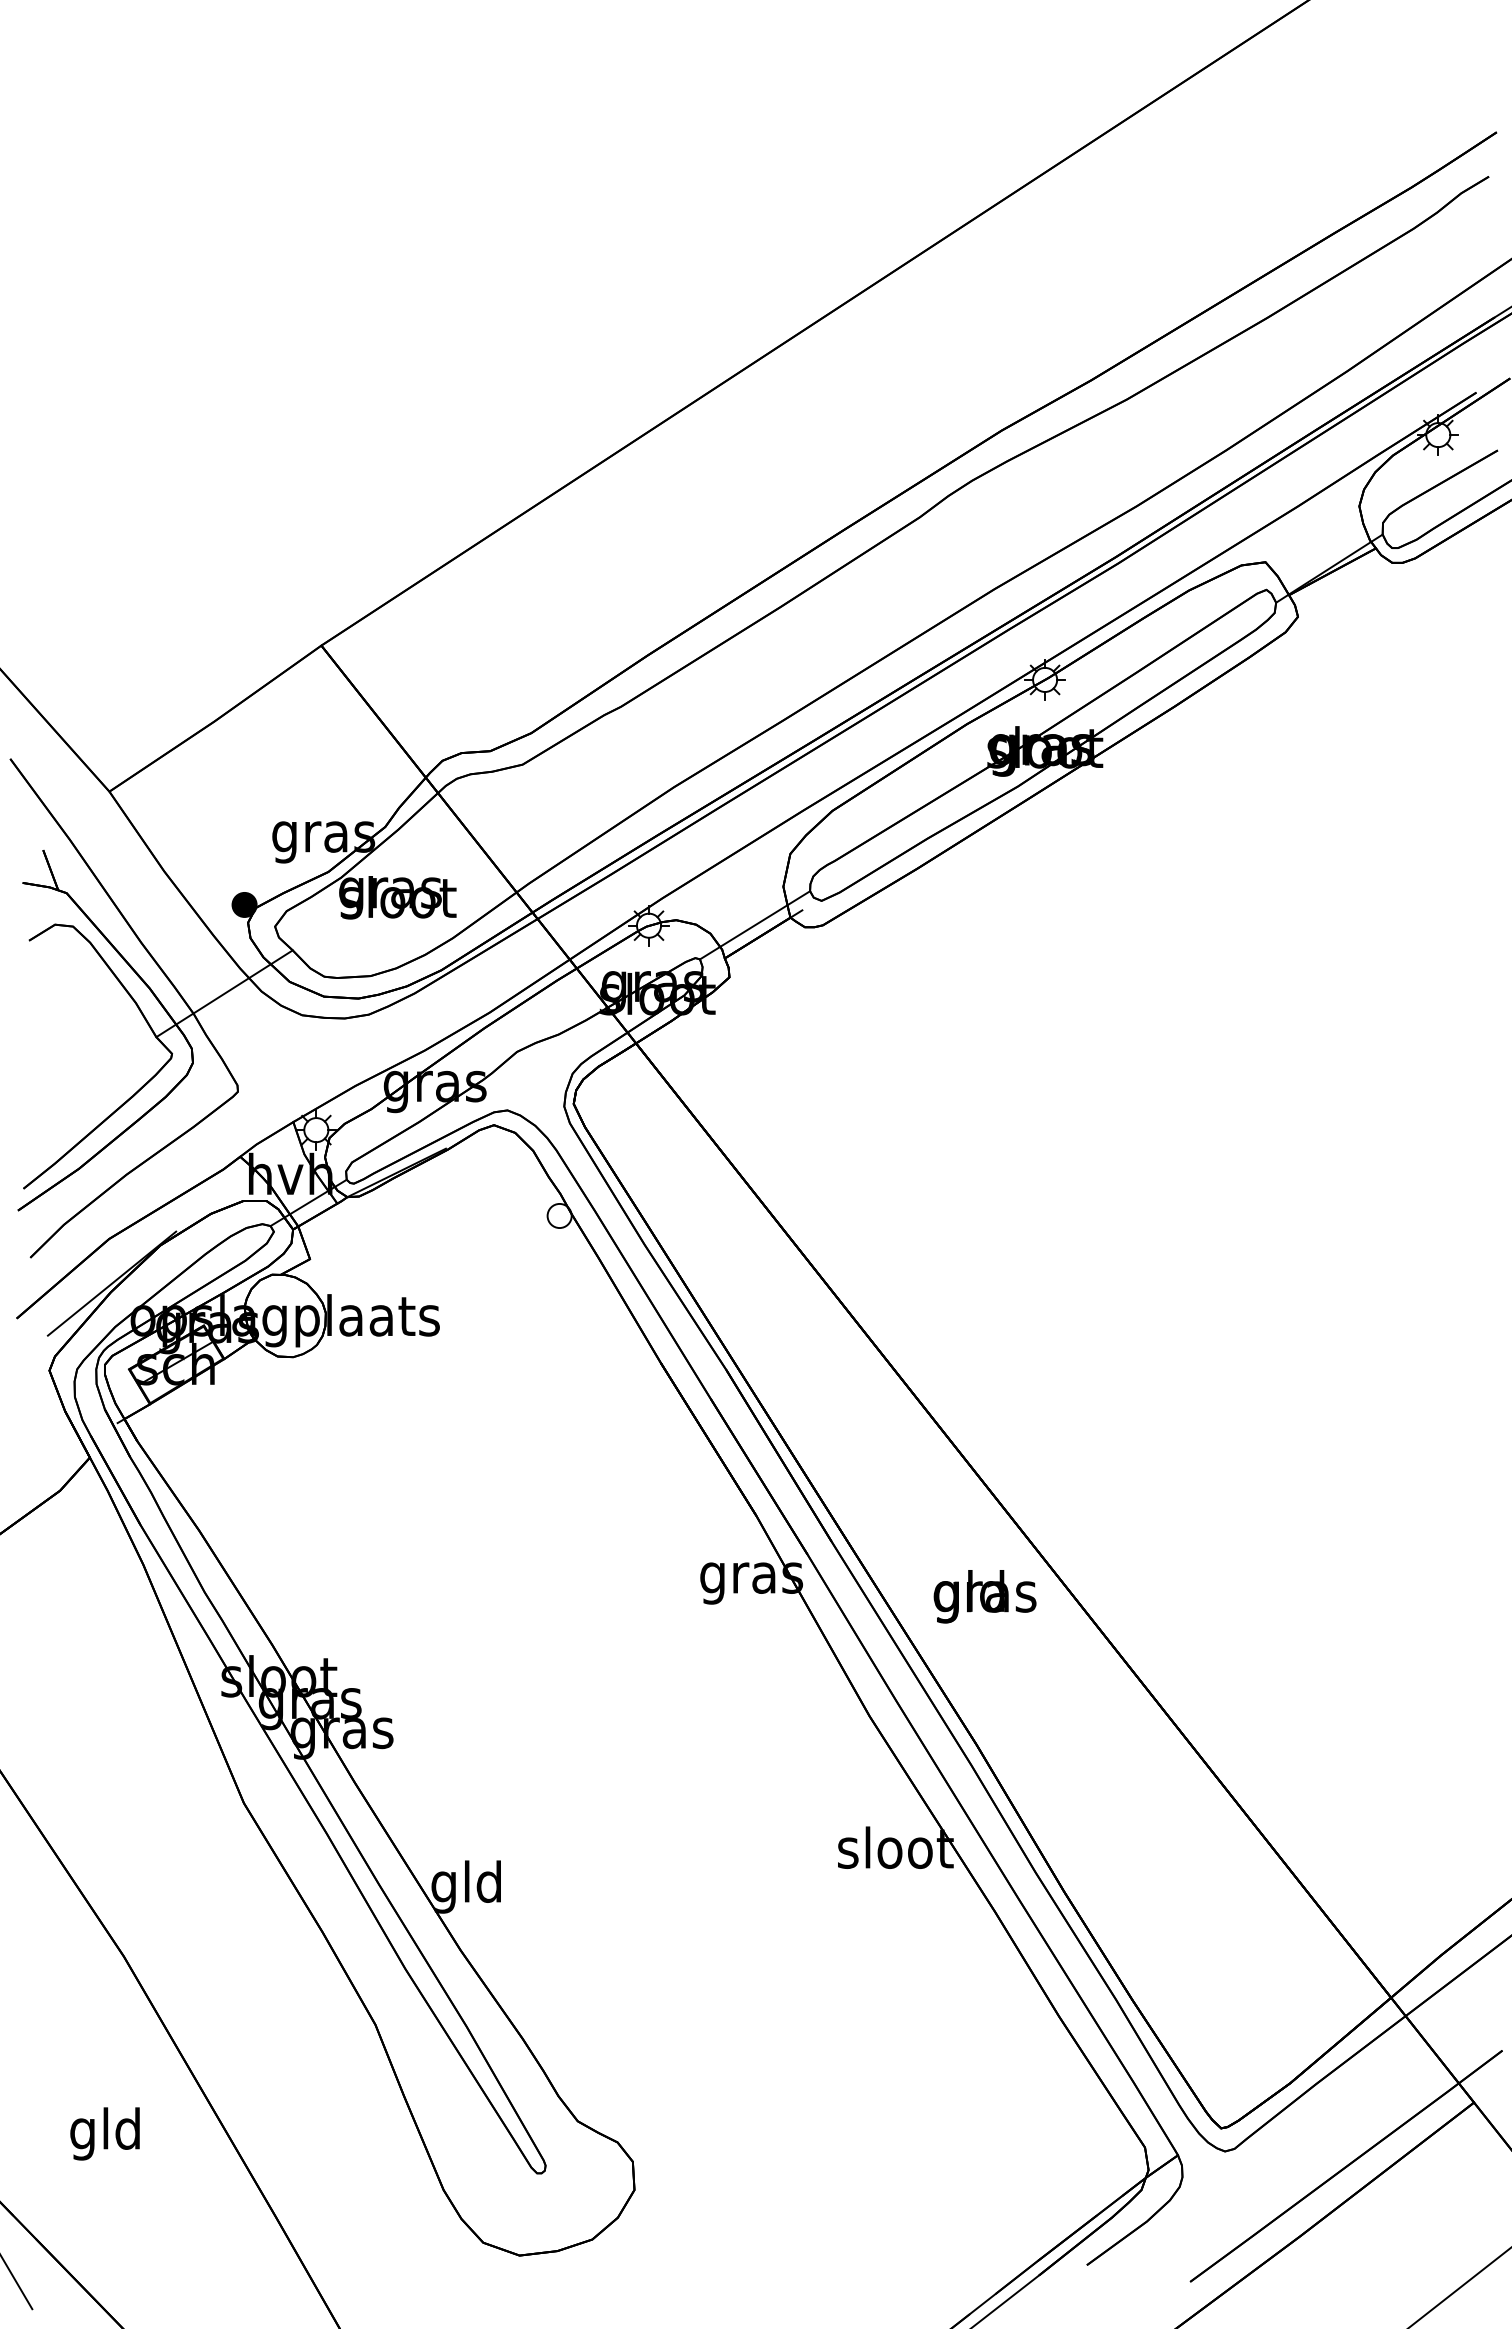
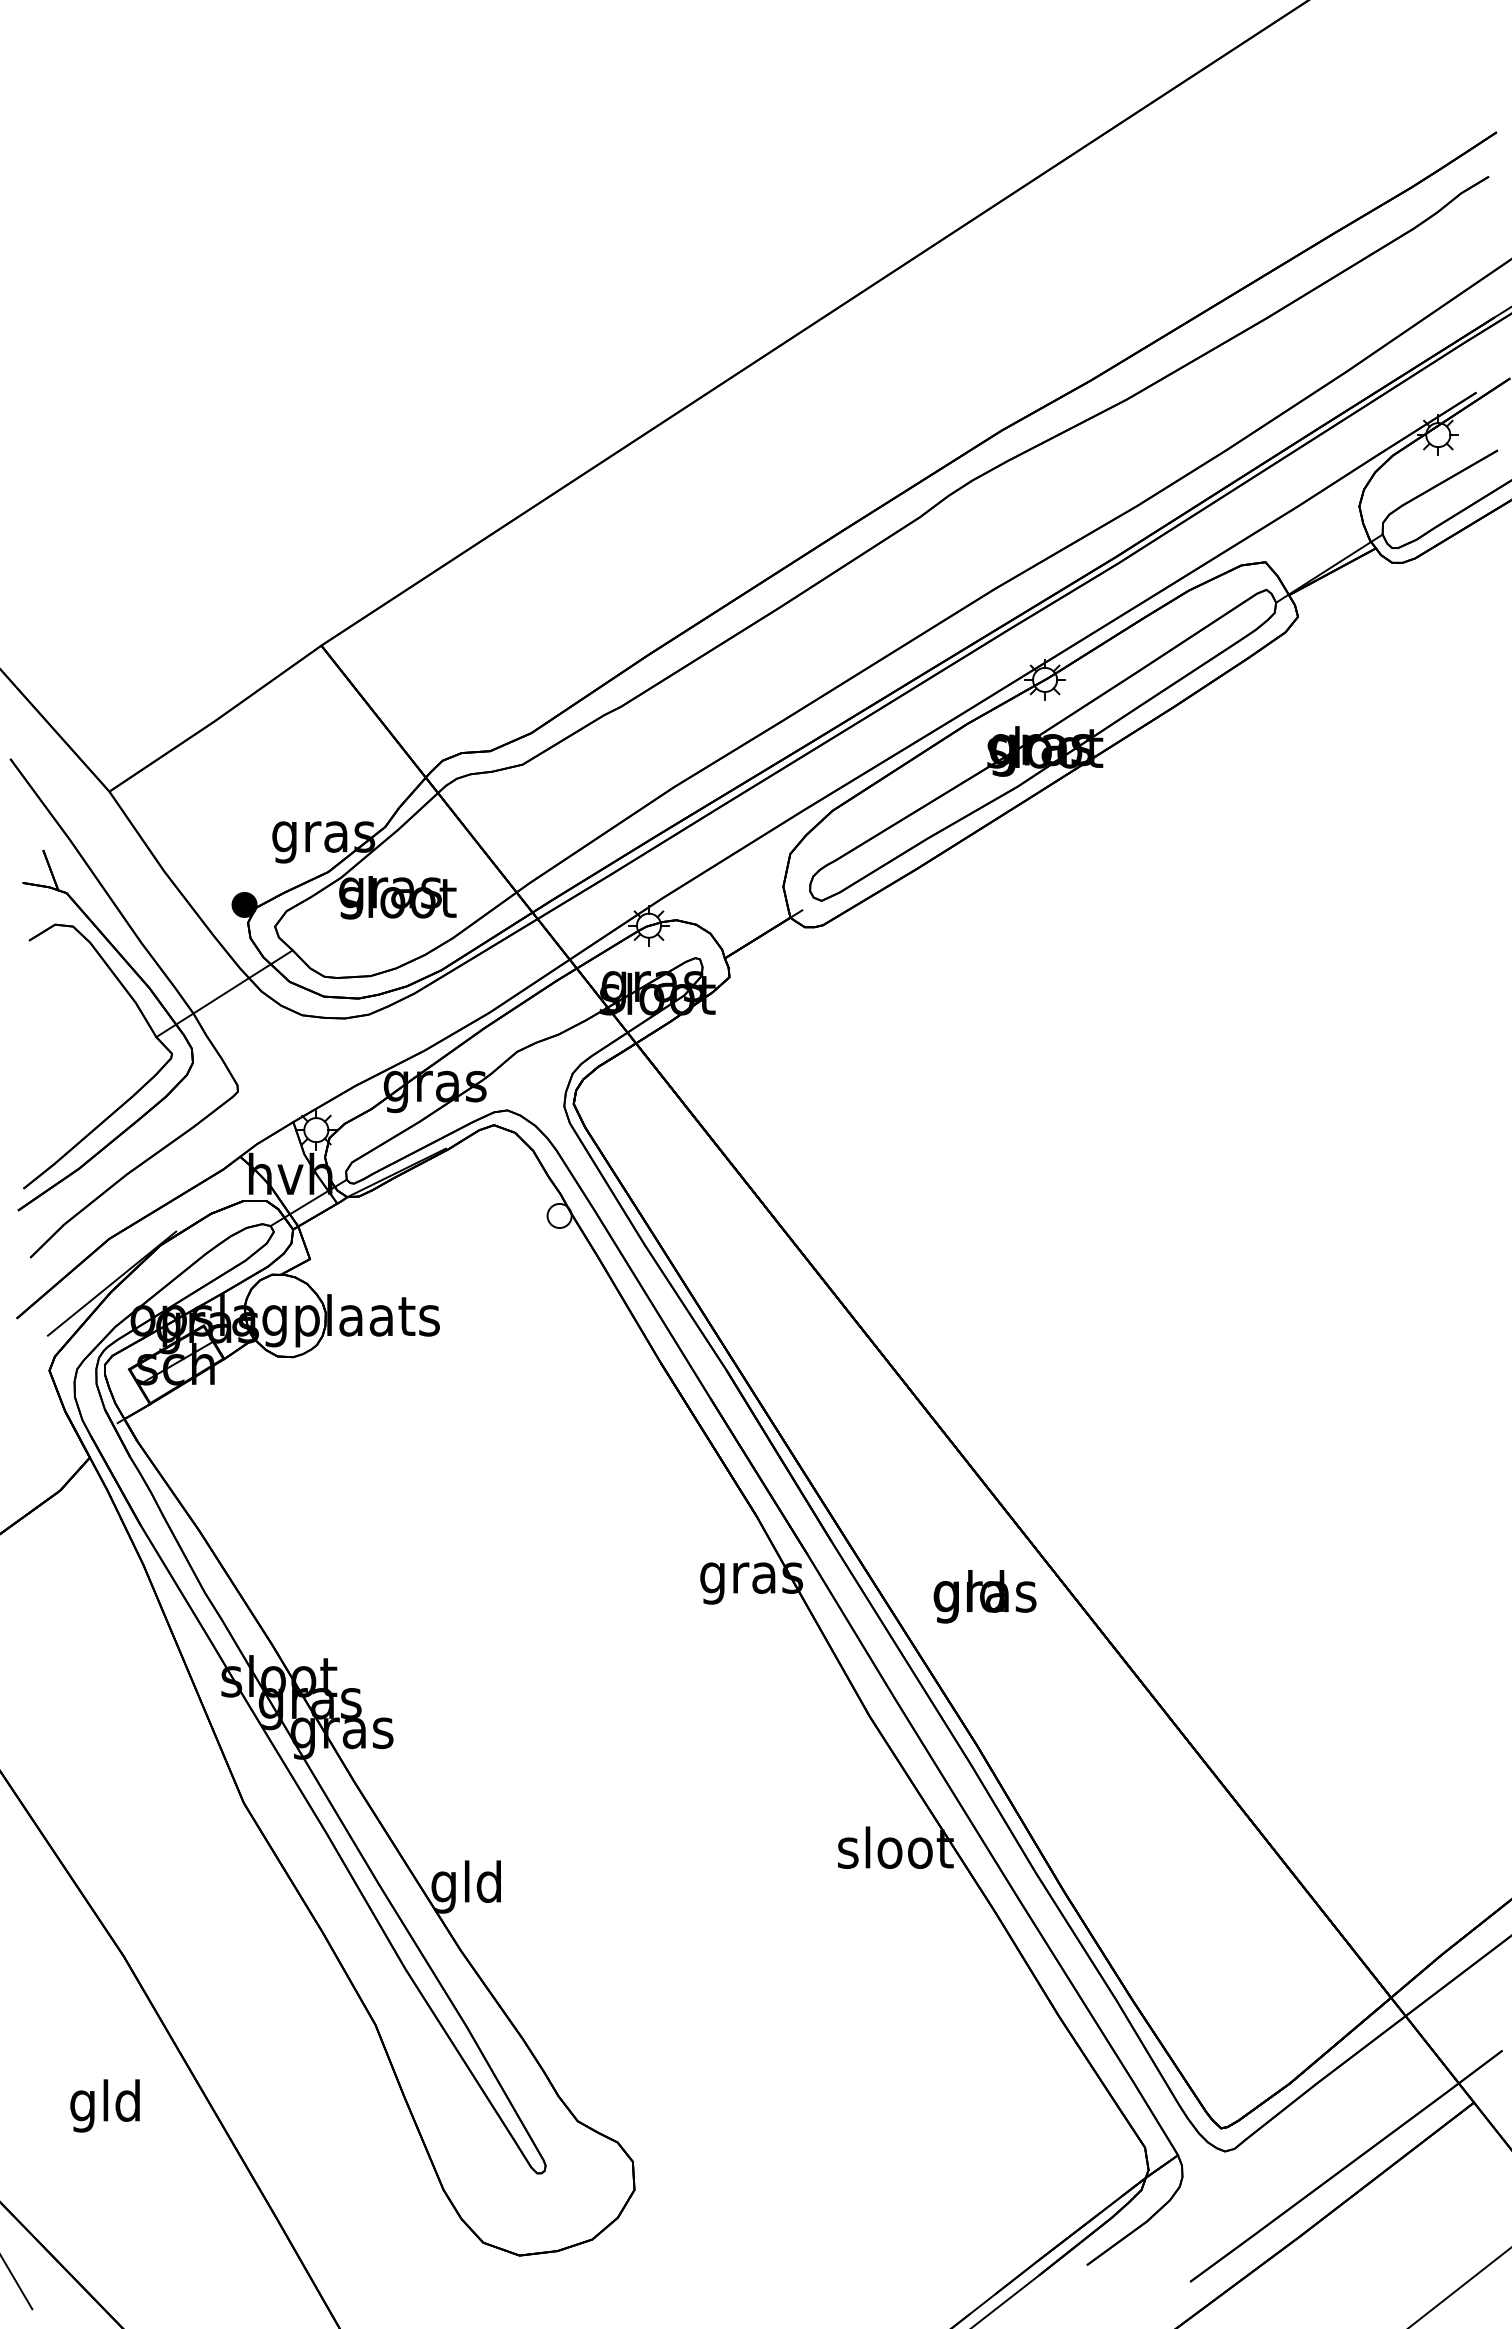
line at (755, 925): present -> none
text at (104, 2133) position: (104, 2133) -> (104, 2105)
